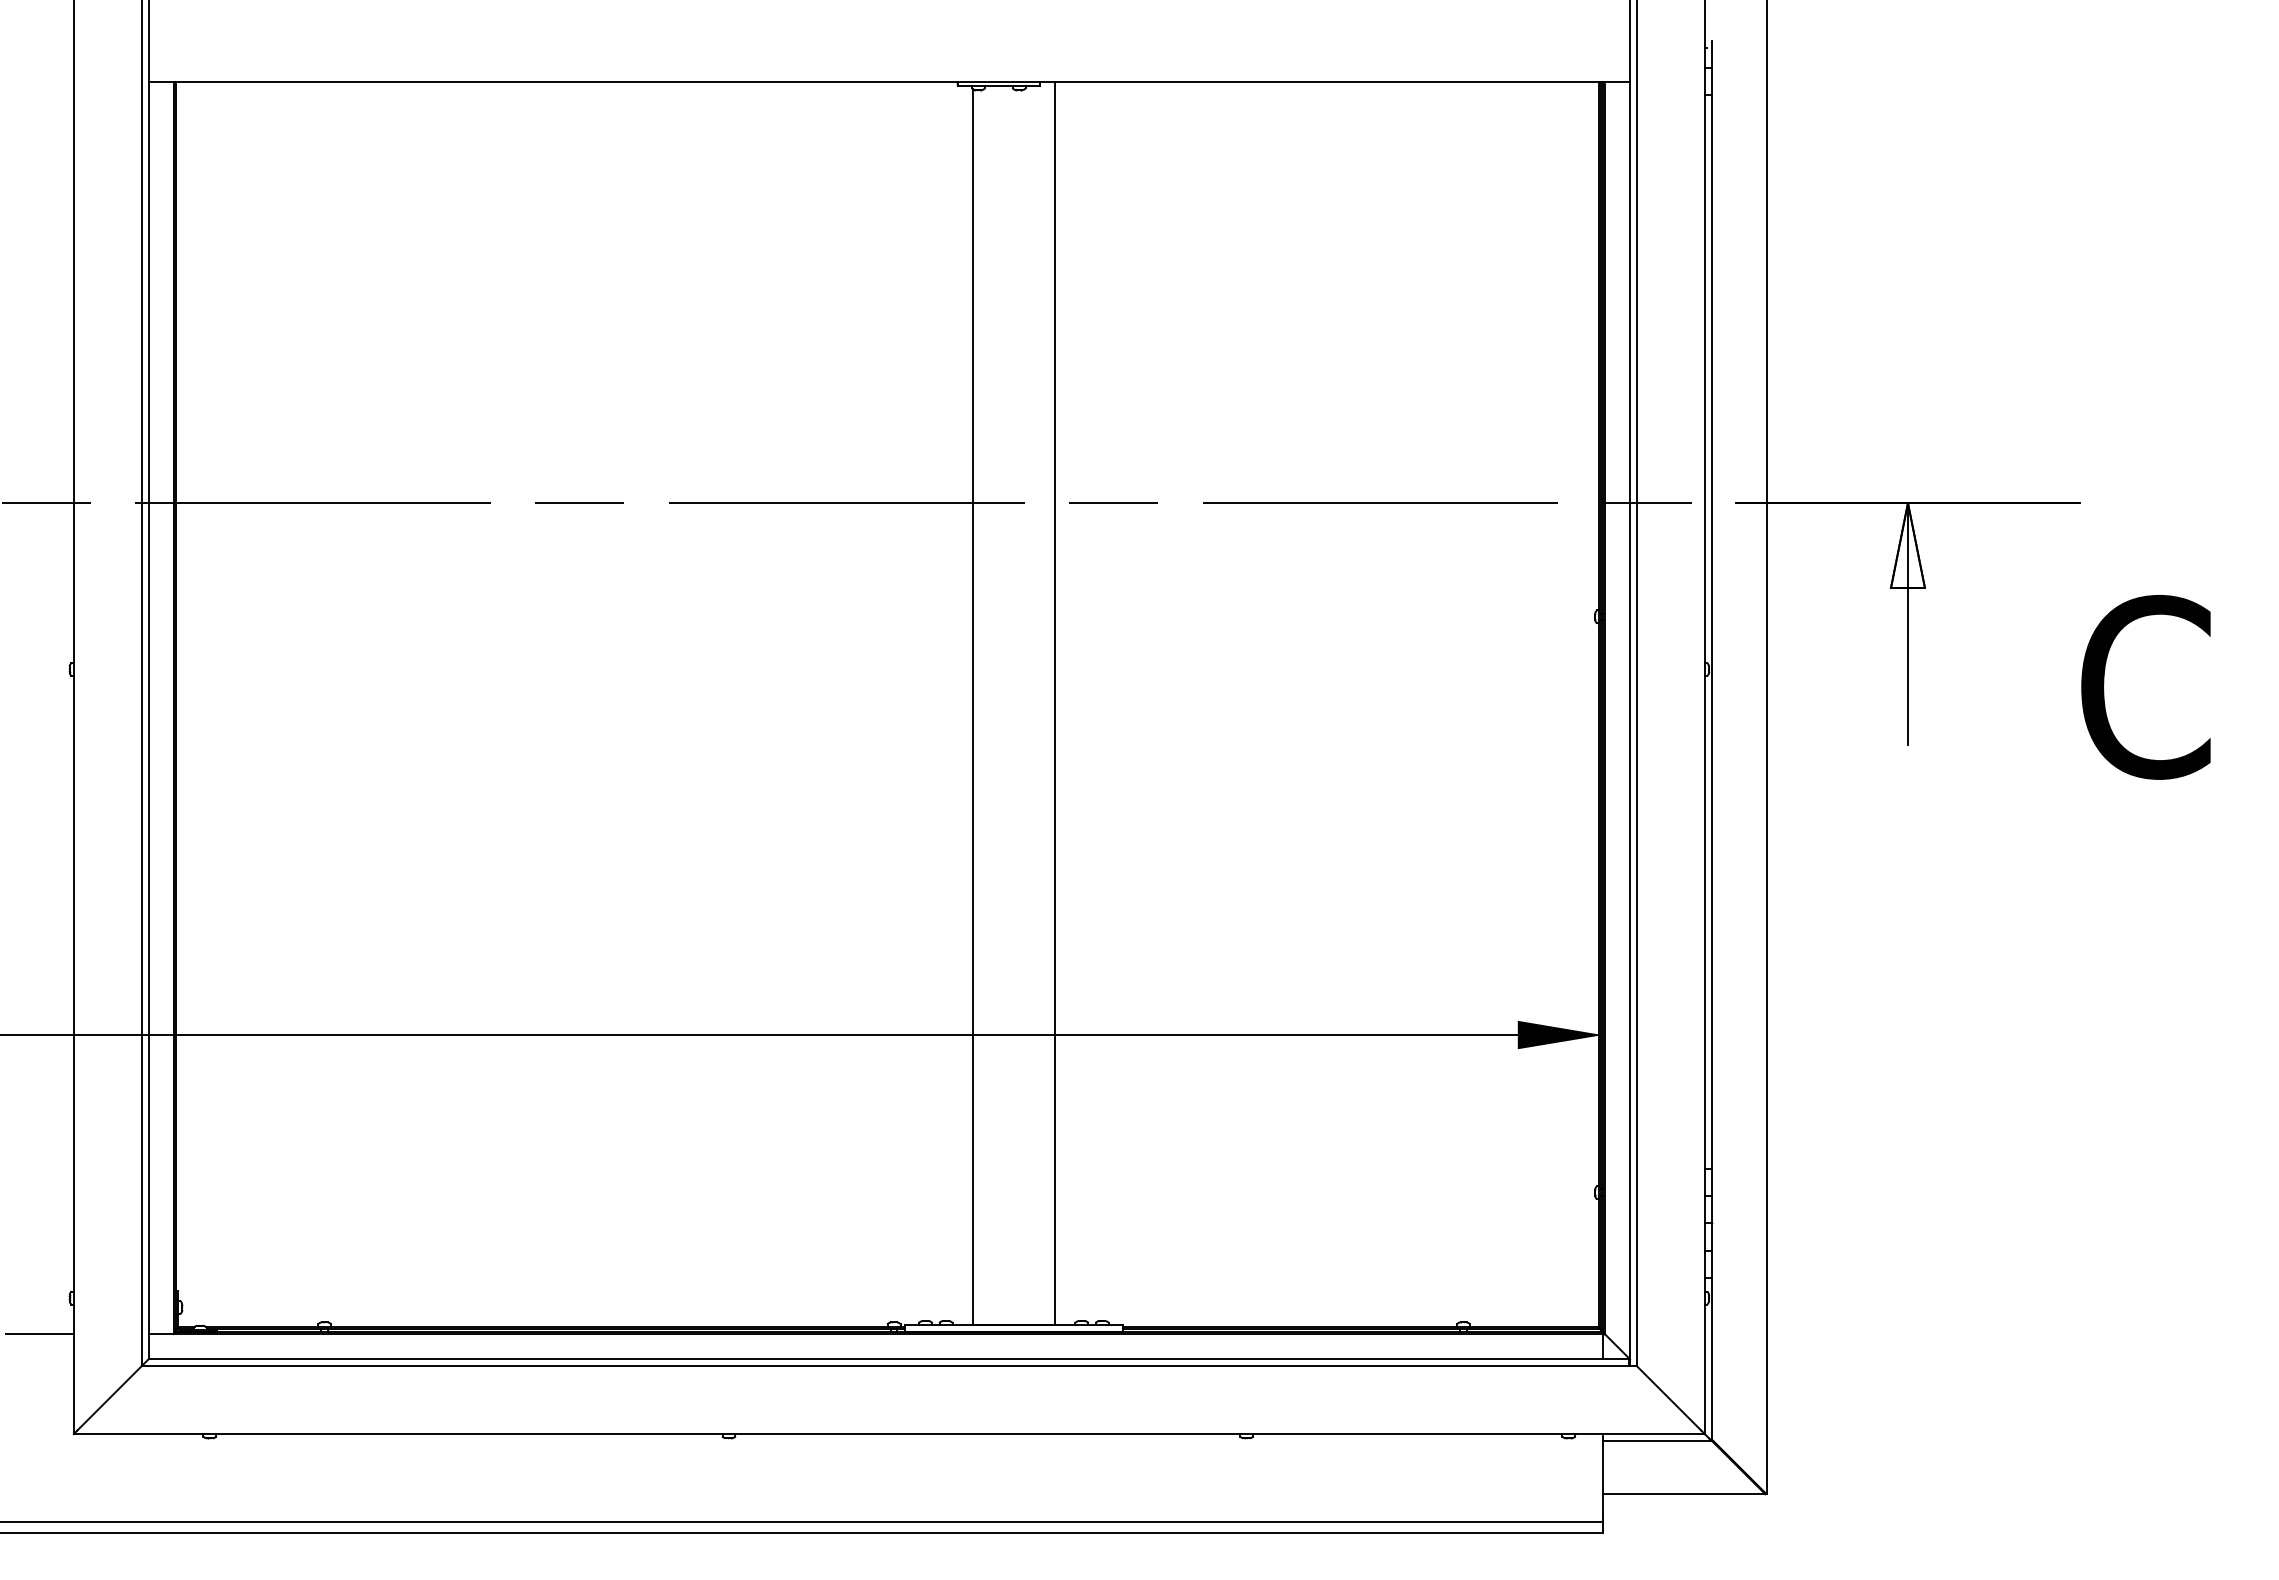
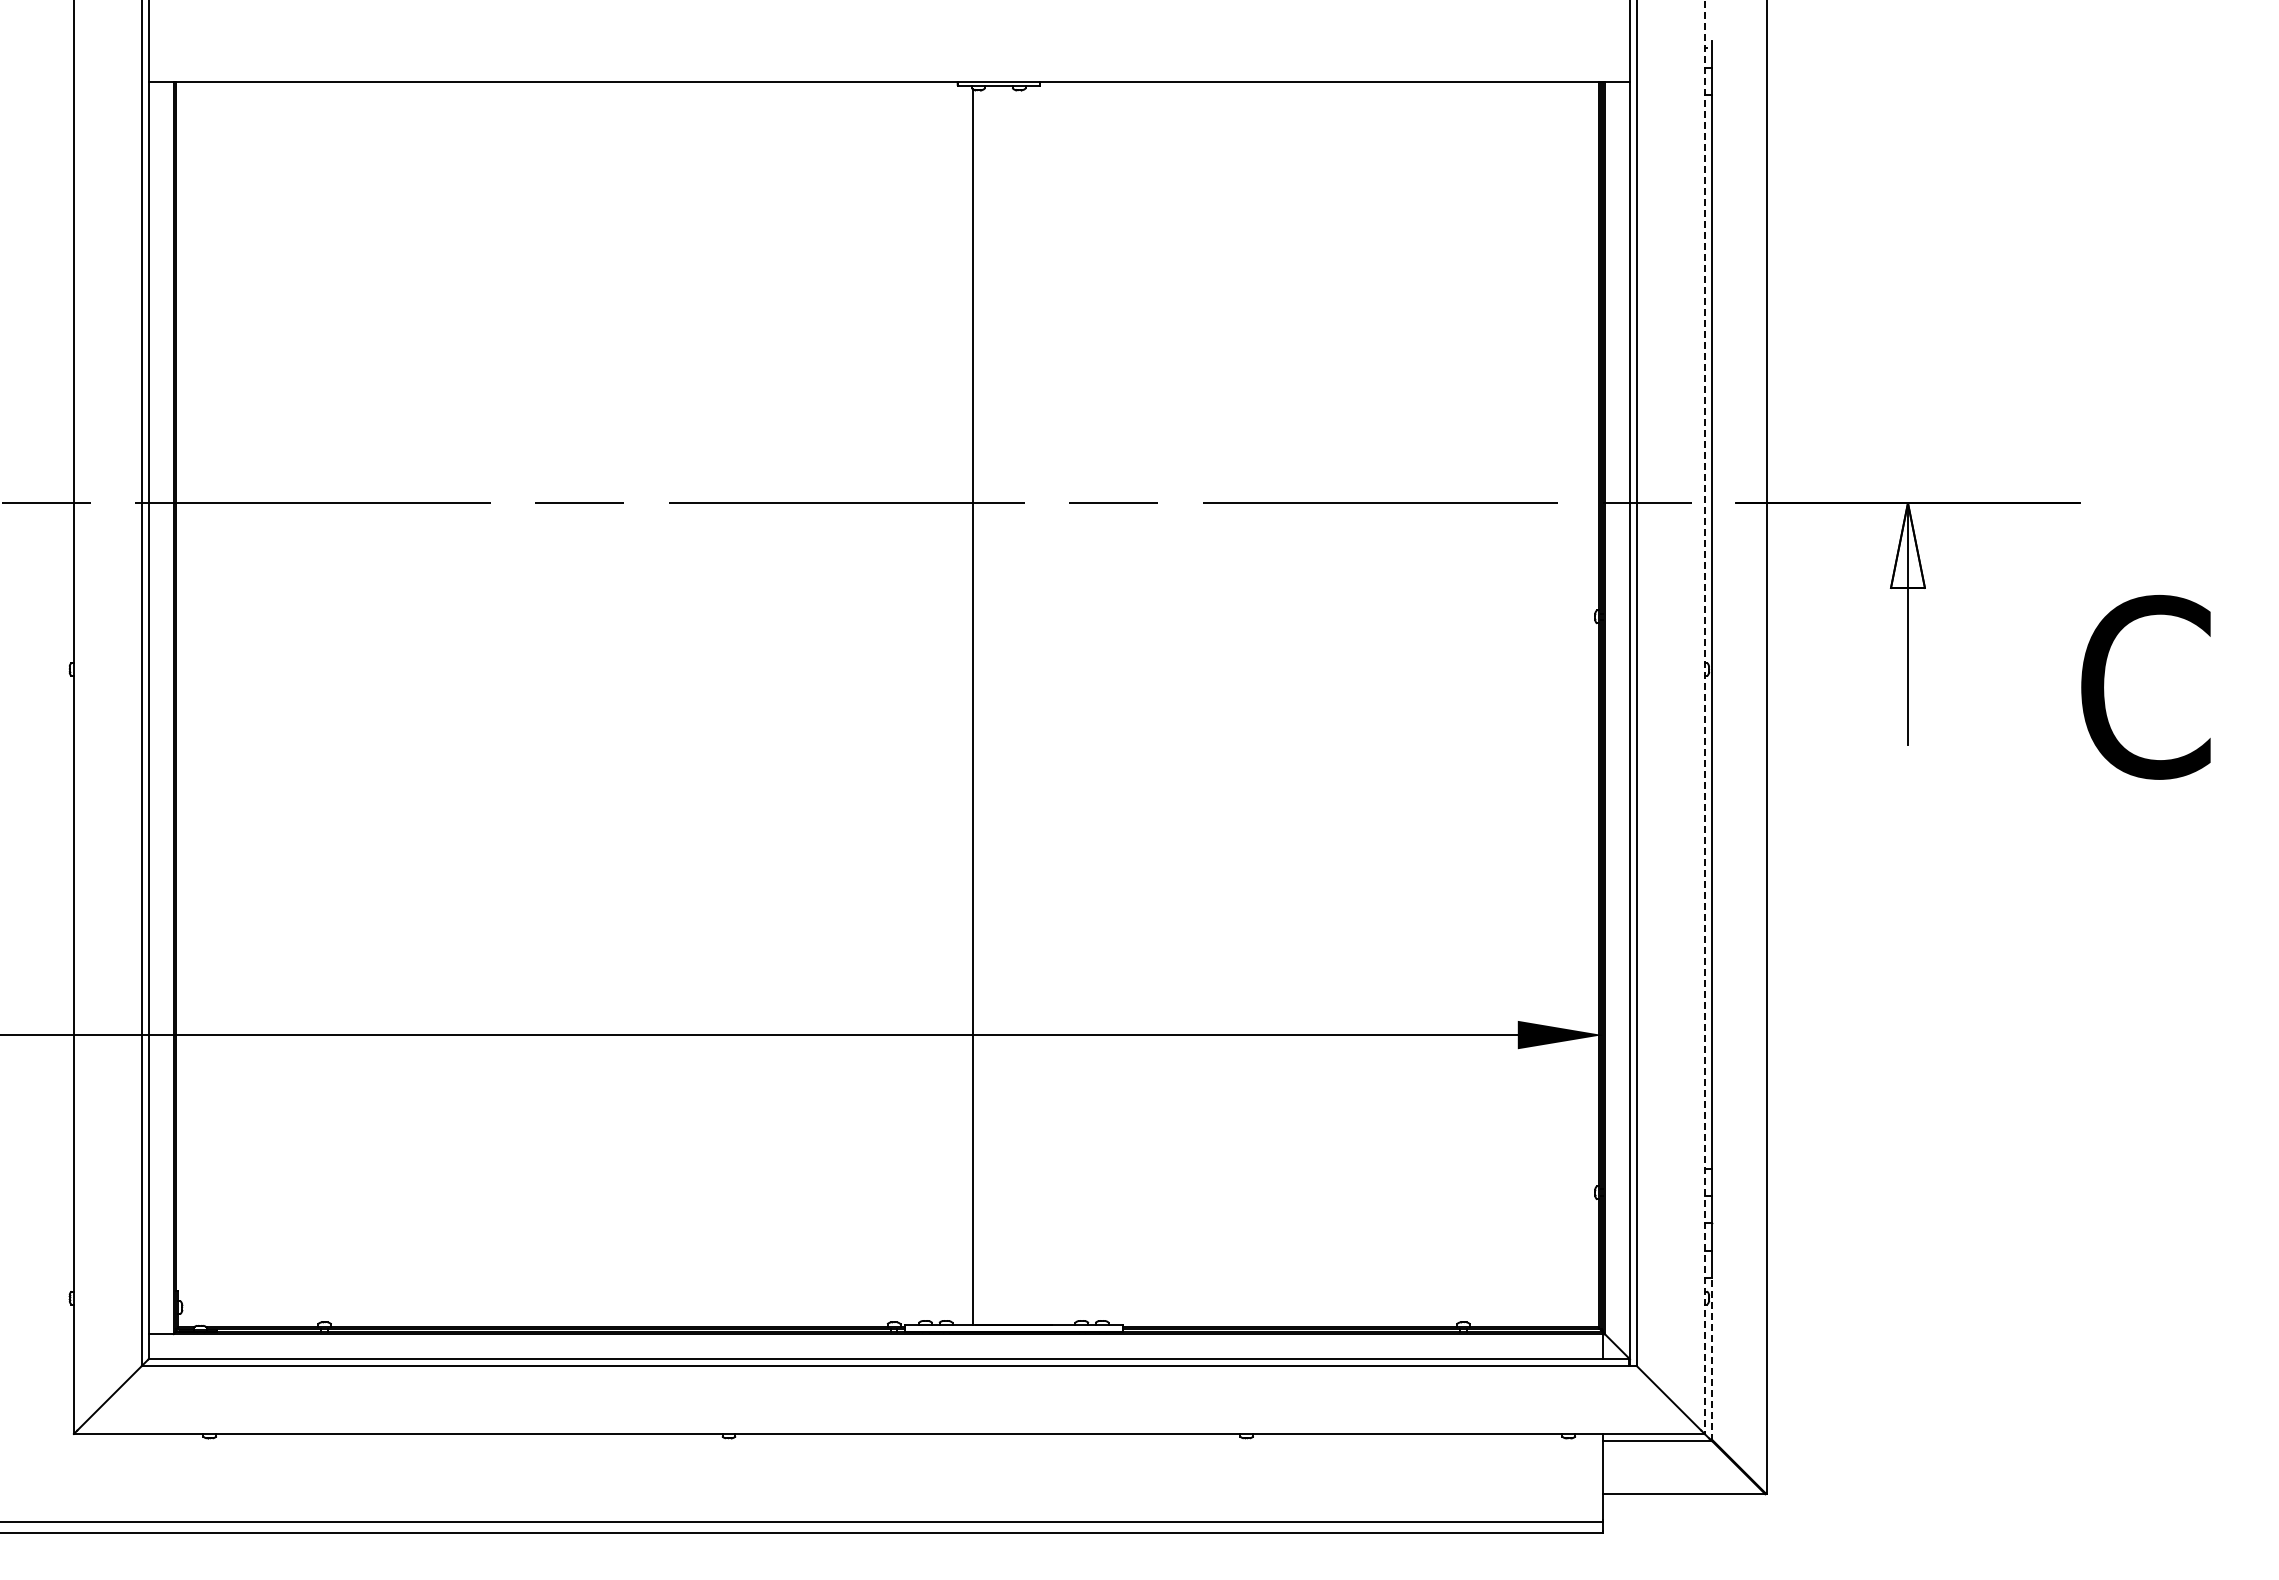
line at (1054, 703): present -> none
line at (1704, 716): solid -> dashed
line at (39, 1334): present -> none
line at (1711, 1359): solid -> dashed
